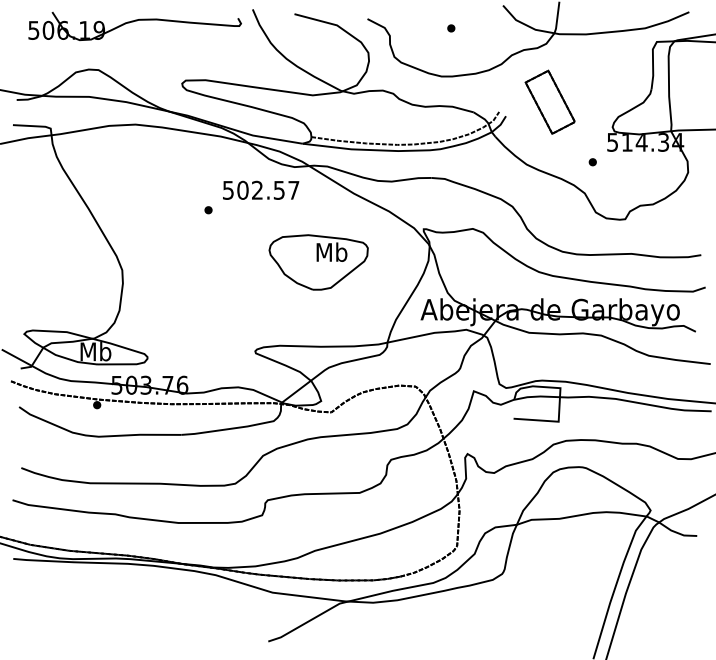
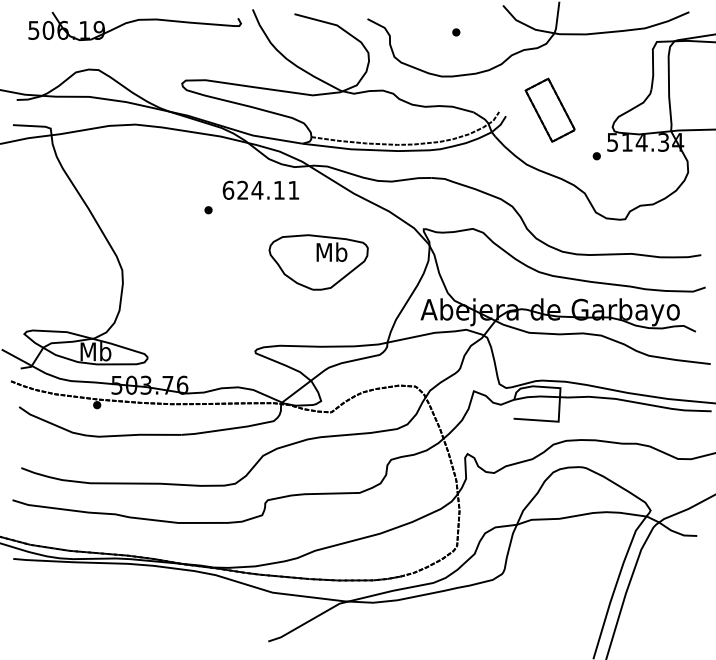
part at (451, 28) position: (451, 28) -> (456, 32)
part at (549, 101) position: (549, 101) -> (549, 109)
part at (592, 162) position: (592, 162) -> (596, 156)
text at (260, 189): 502.57 -> 624.11
